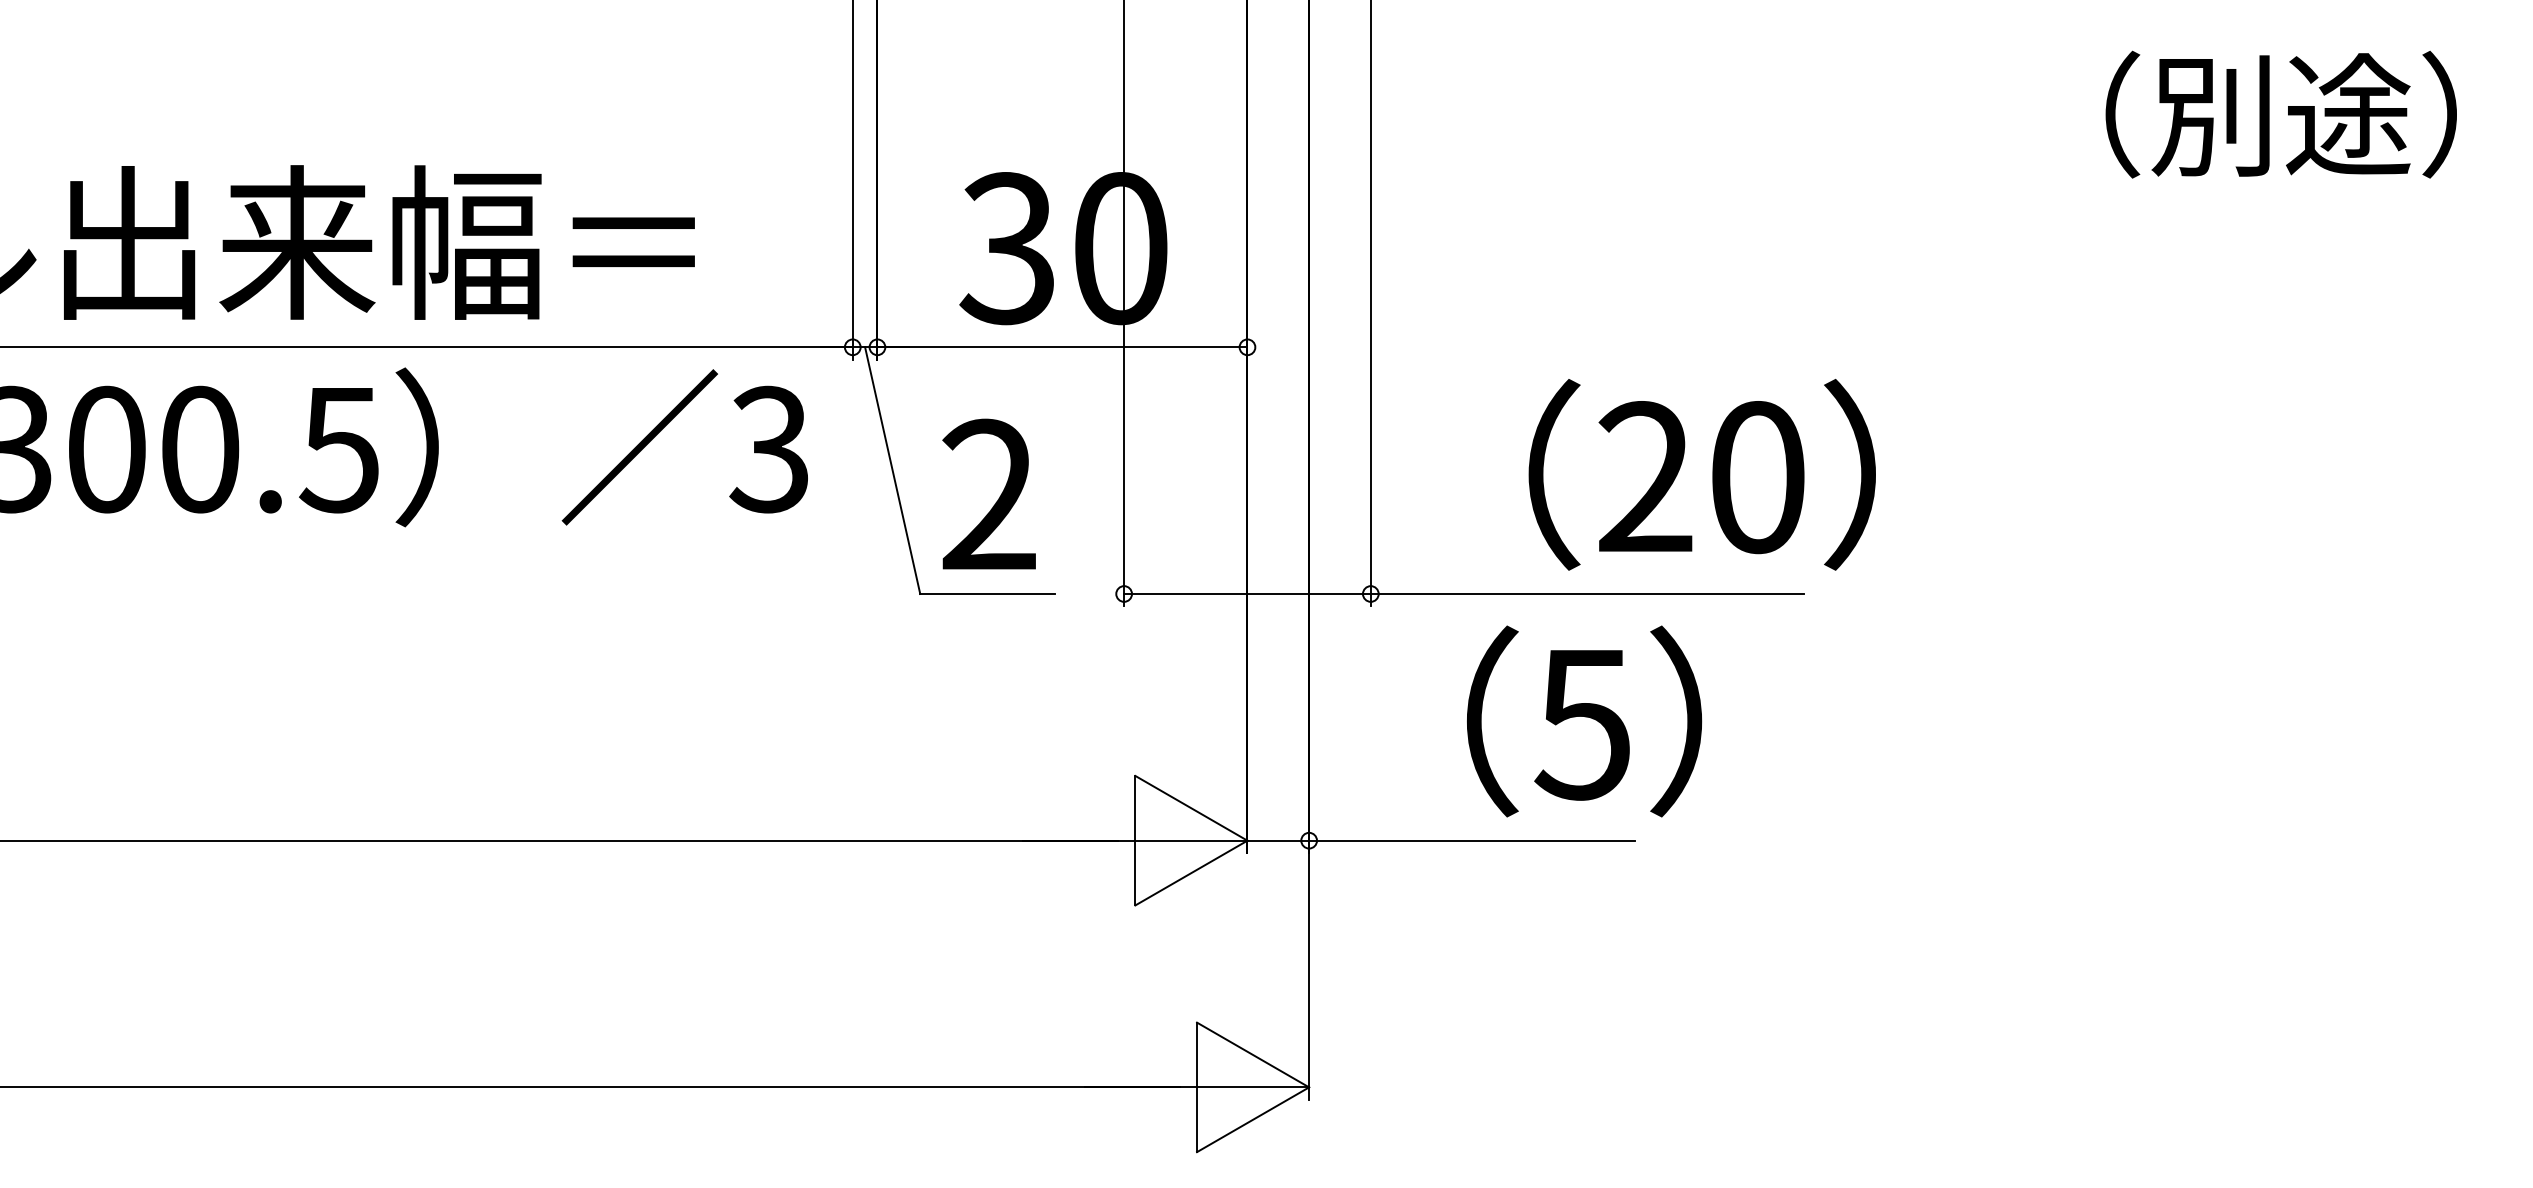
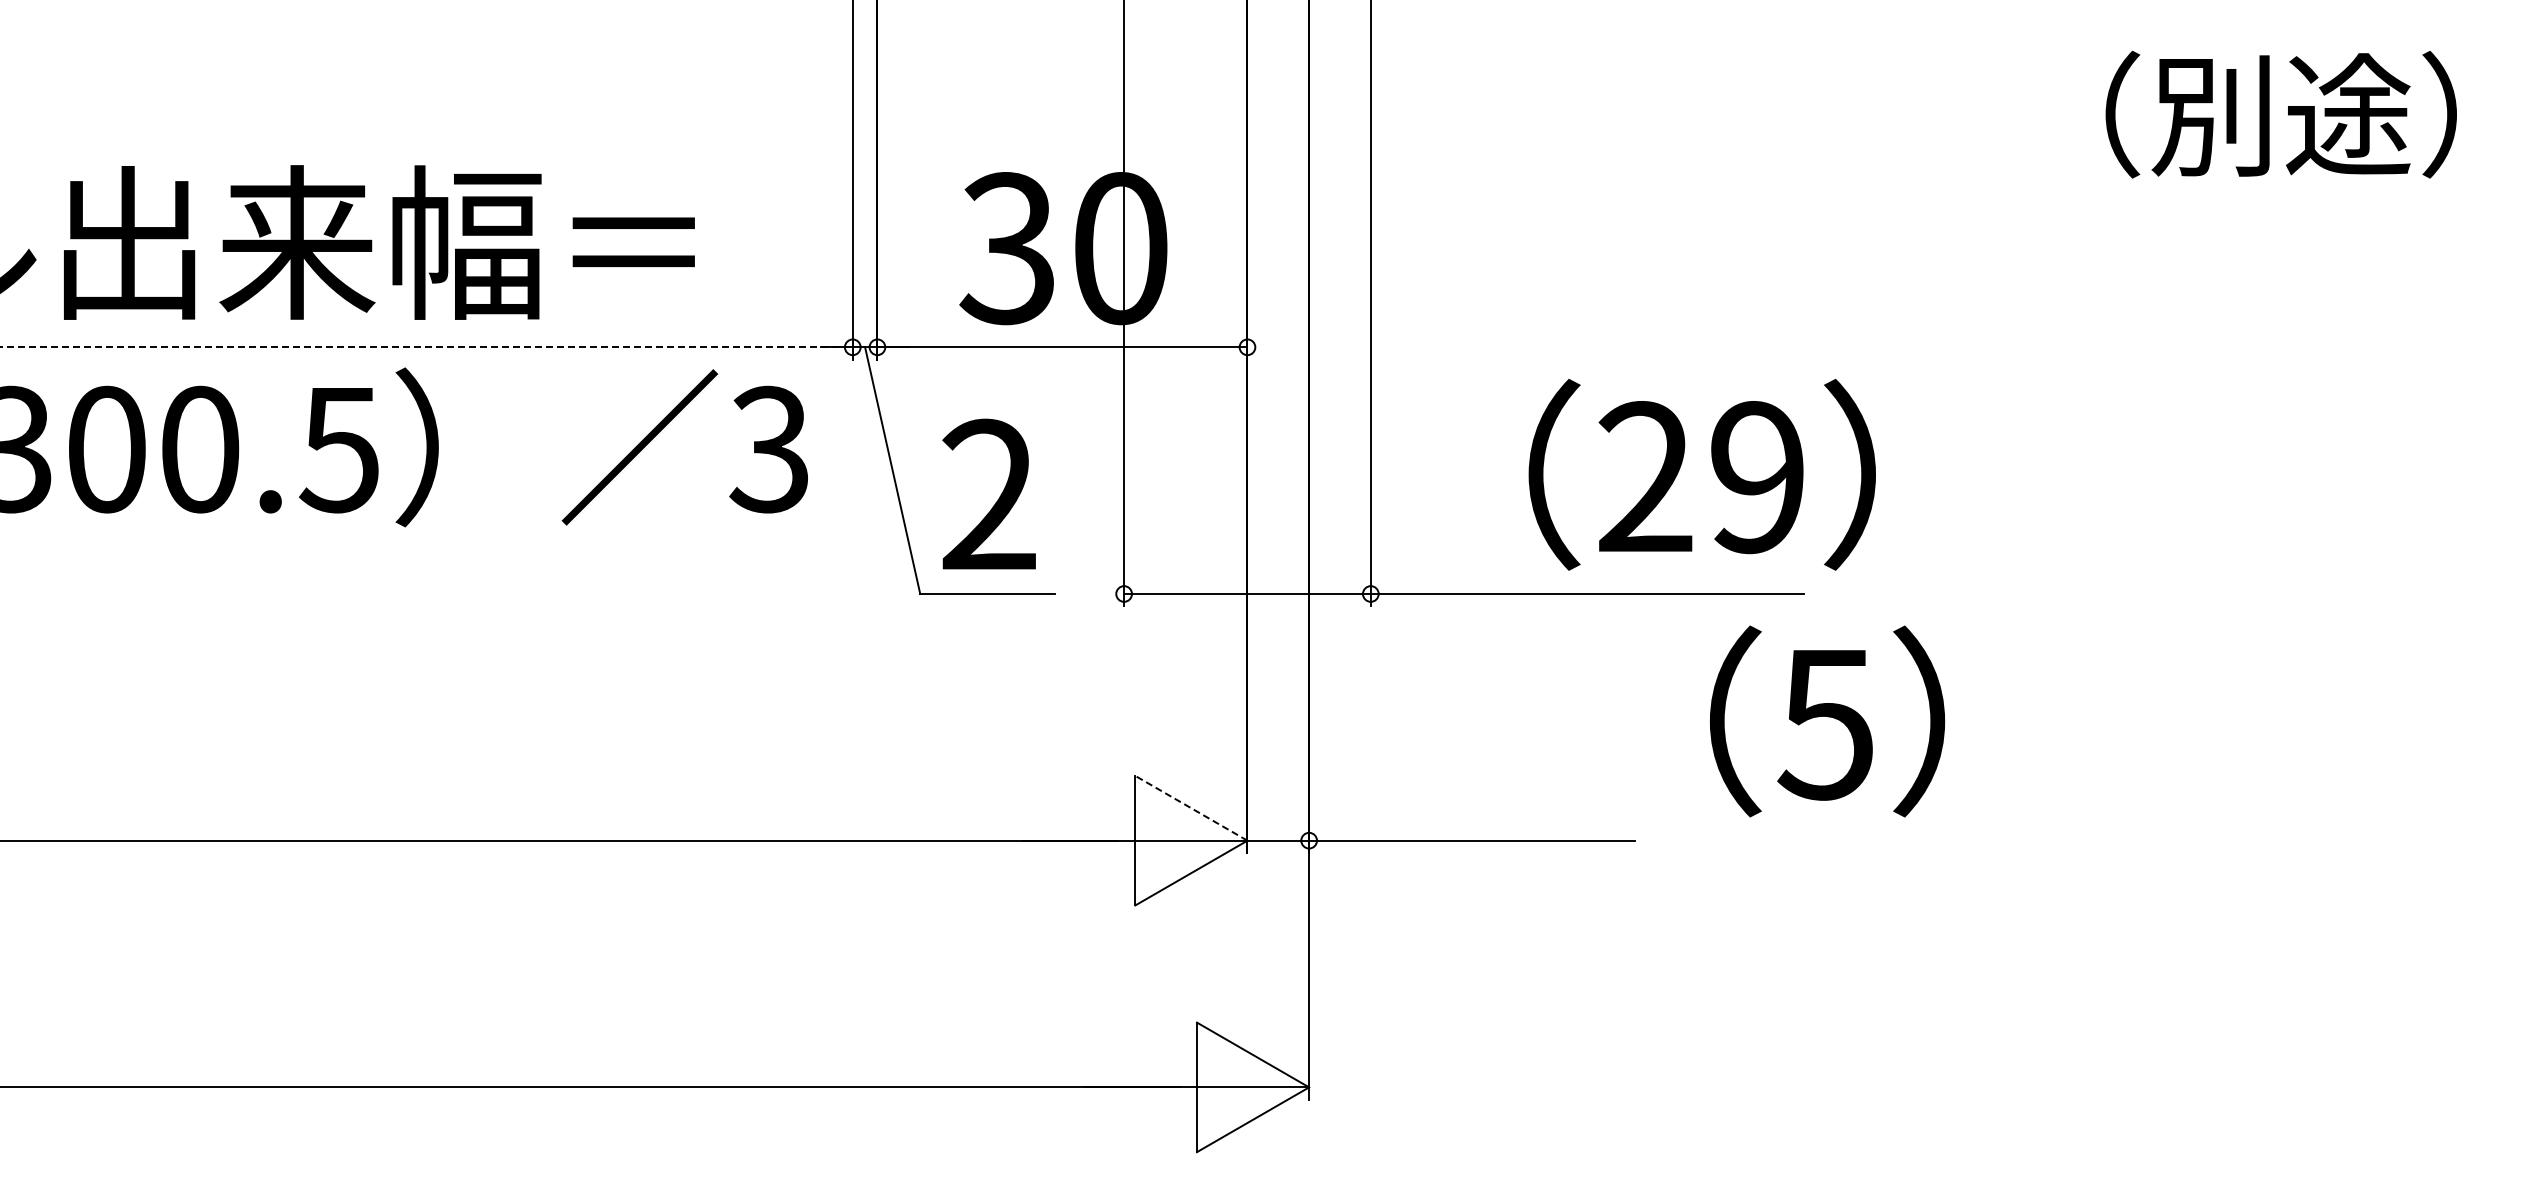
line at (426, 347): solid -> dashed
text at (1757, 477): 20 -> 29
text at (1584, 721) position: (1584, 721) -> (1827, 721)
line at (1191, 808): solid -> dashed
